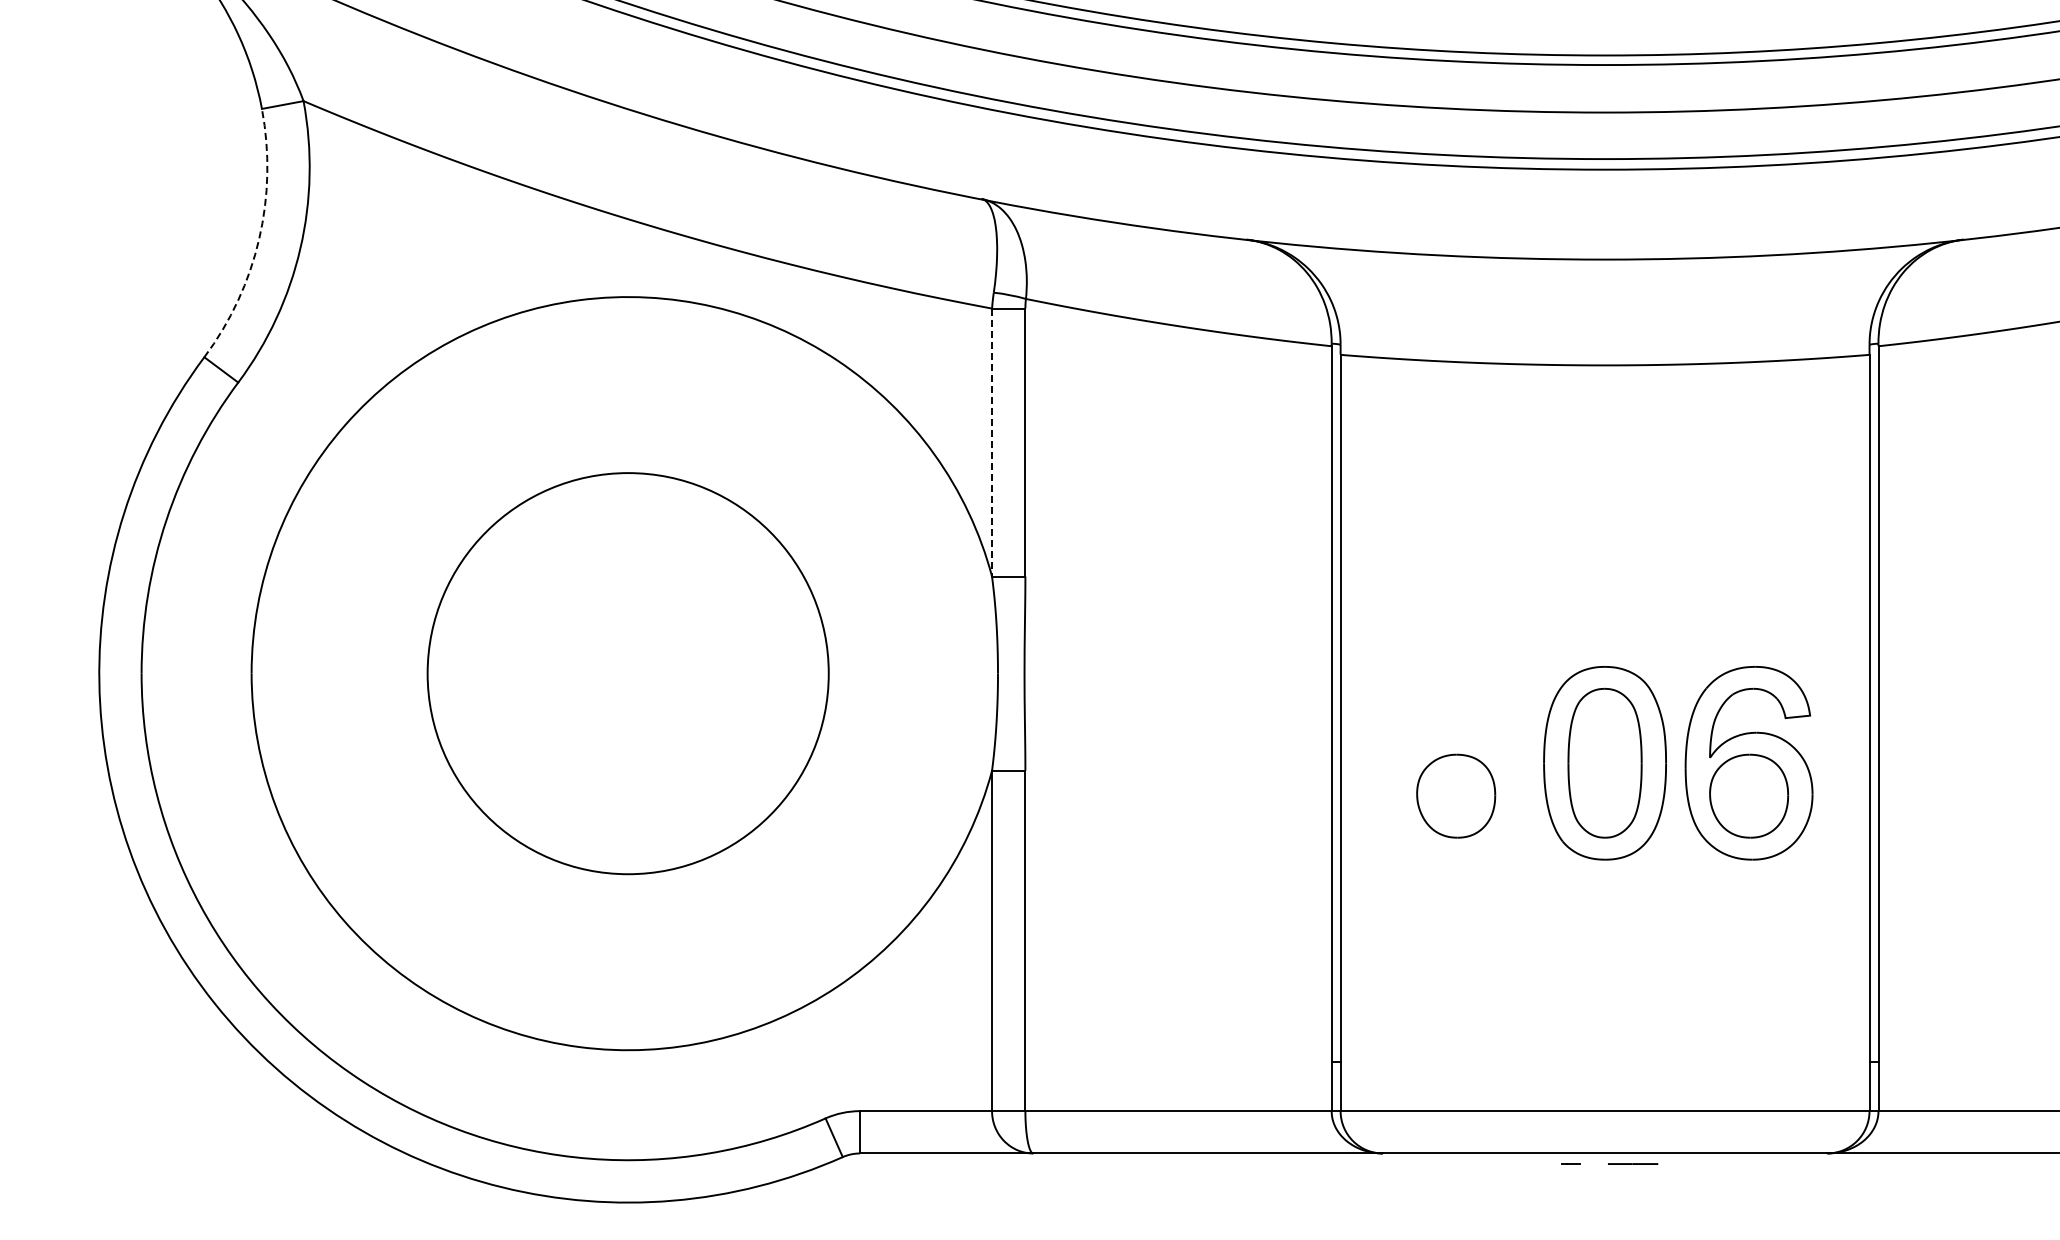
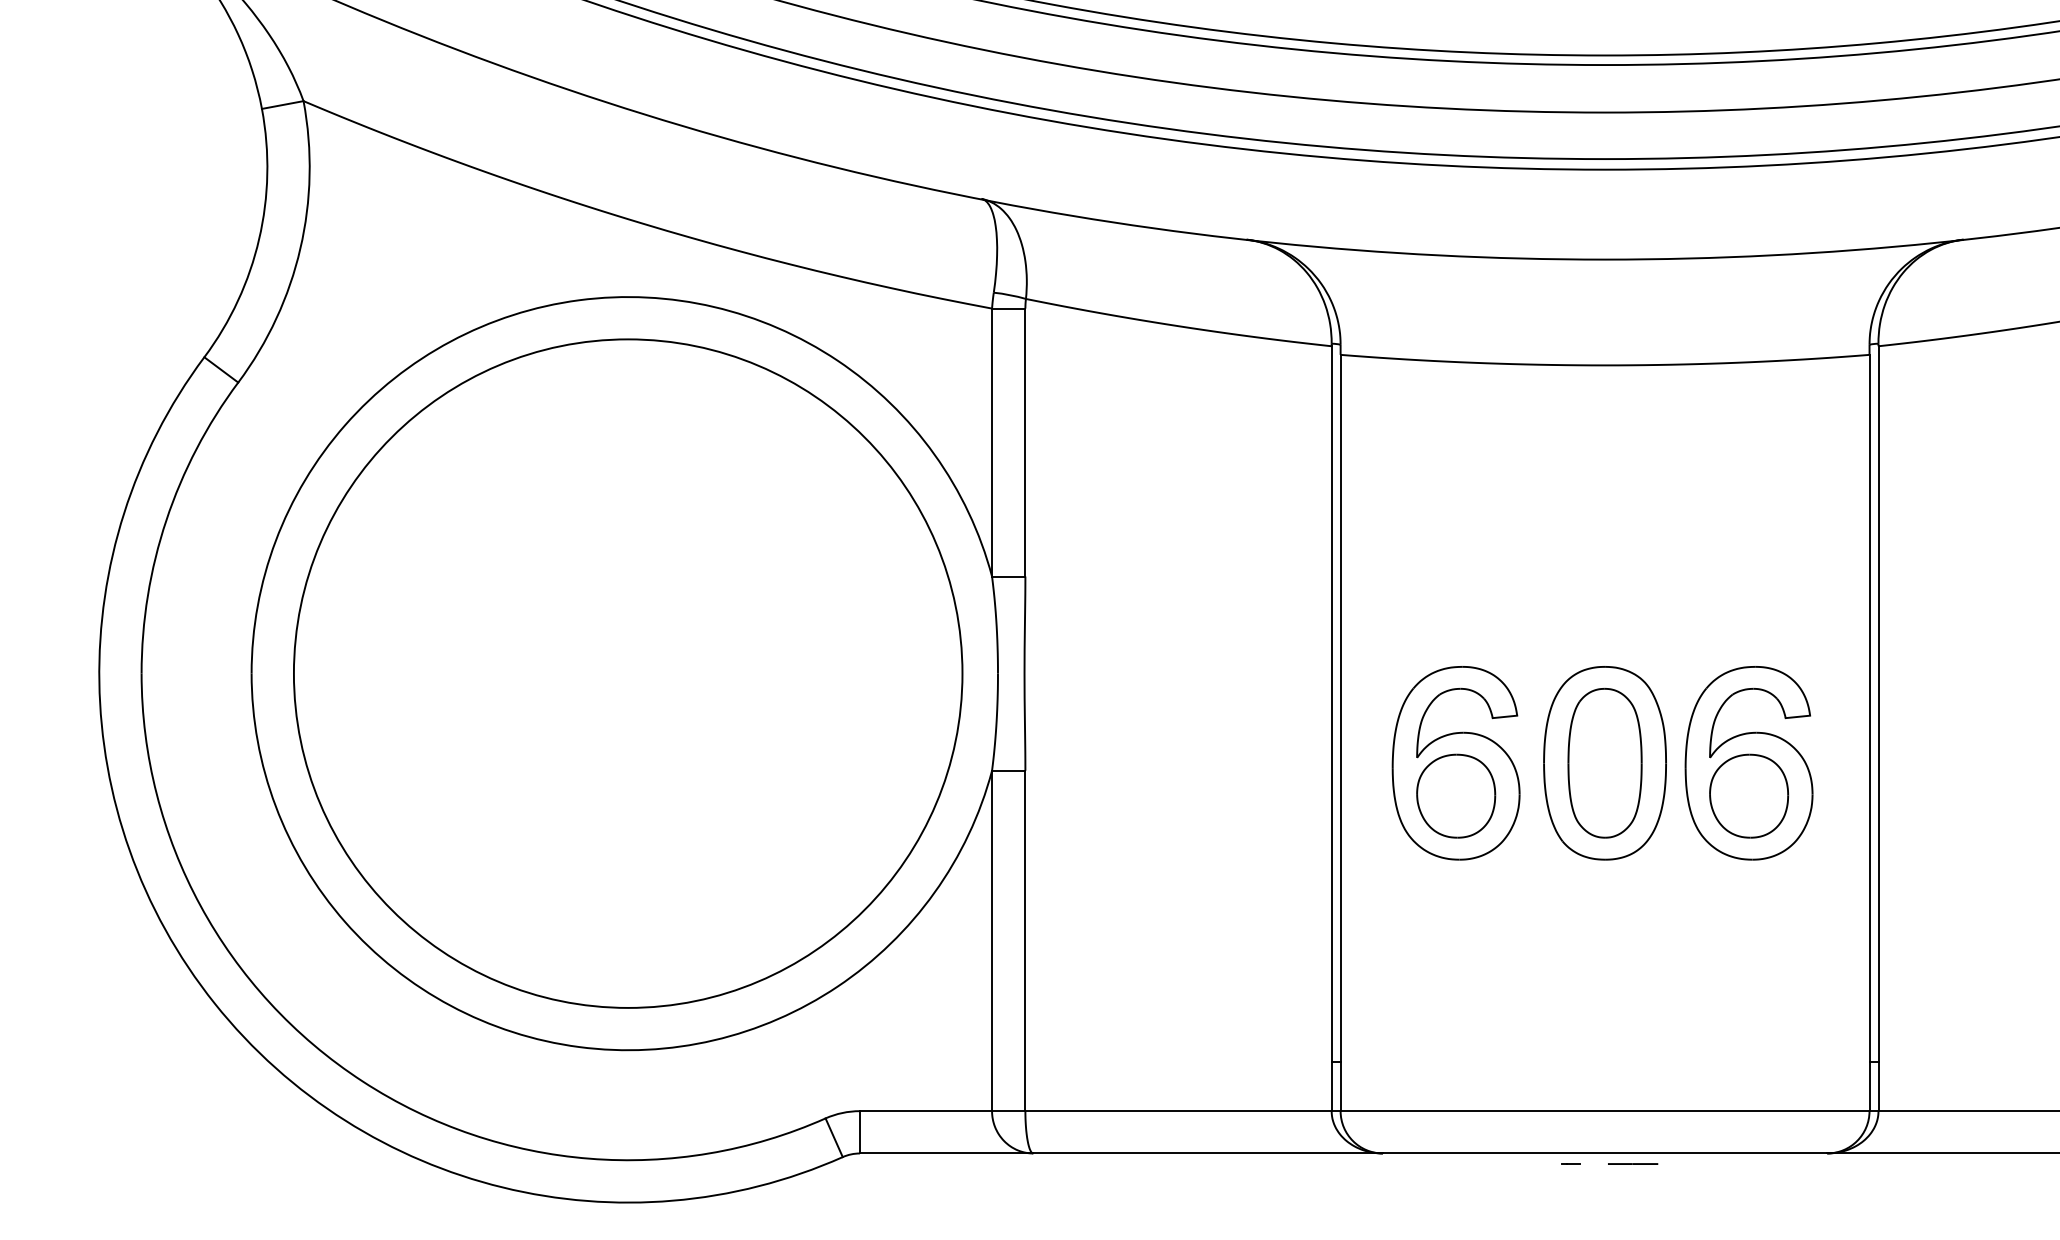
arc at (259, 239): dashed -> solid
line at (992, 442): dashed -> solid
circle at (627, 673) diameter: 401 px -> 669 px
part at (1455, 763): none -> present
